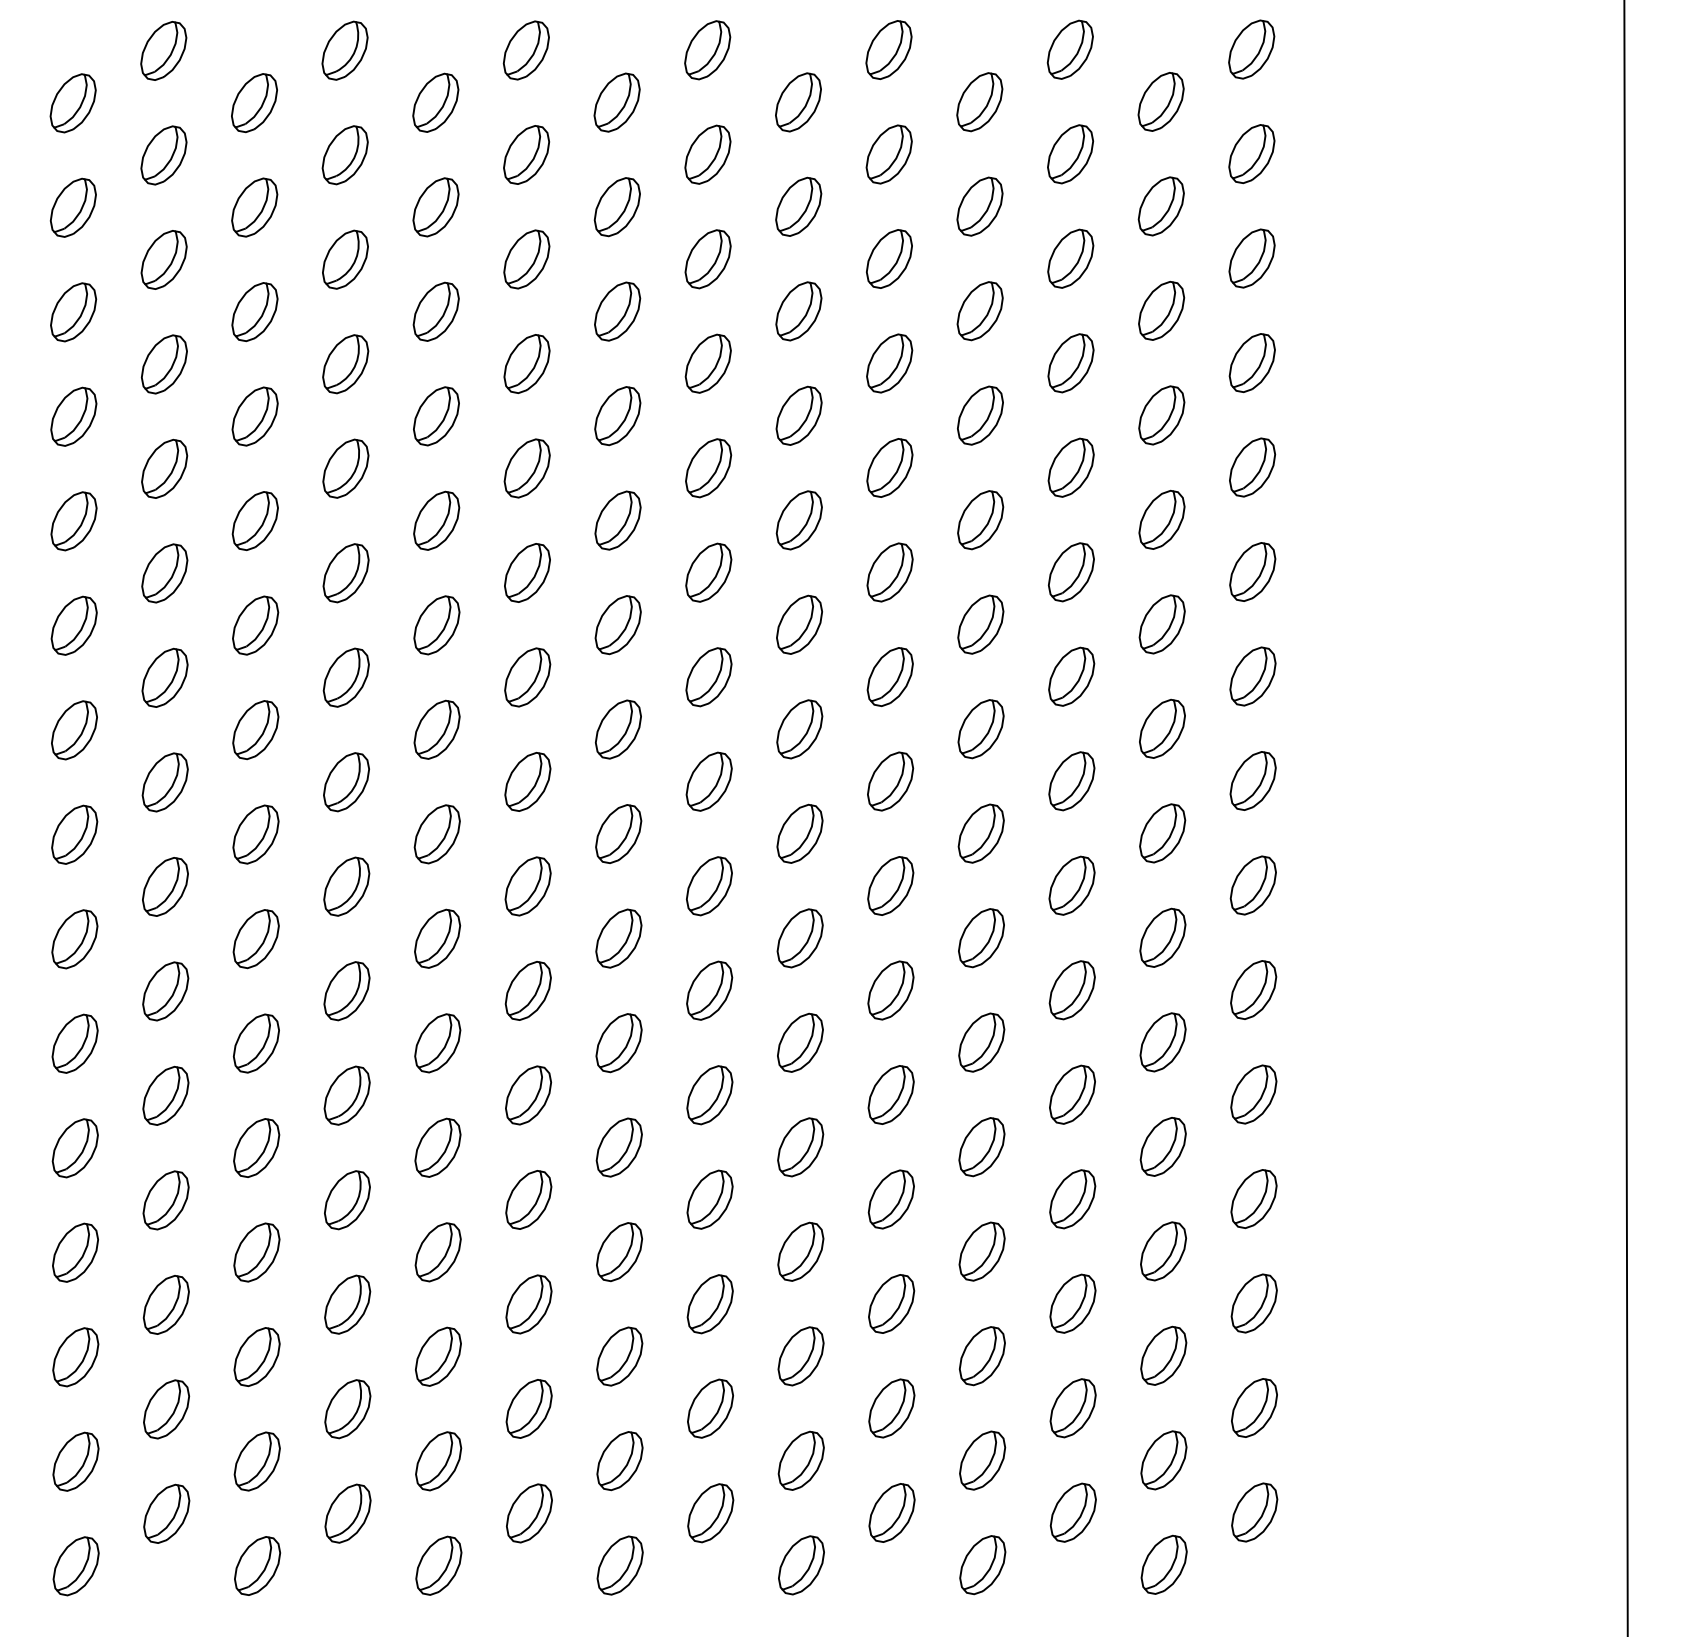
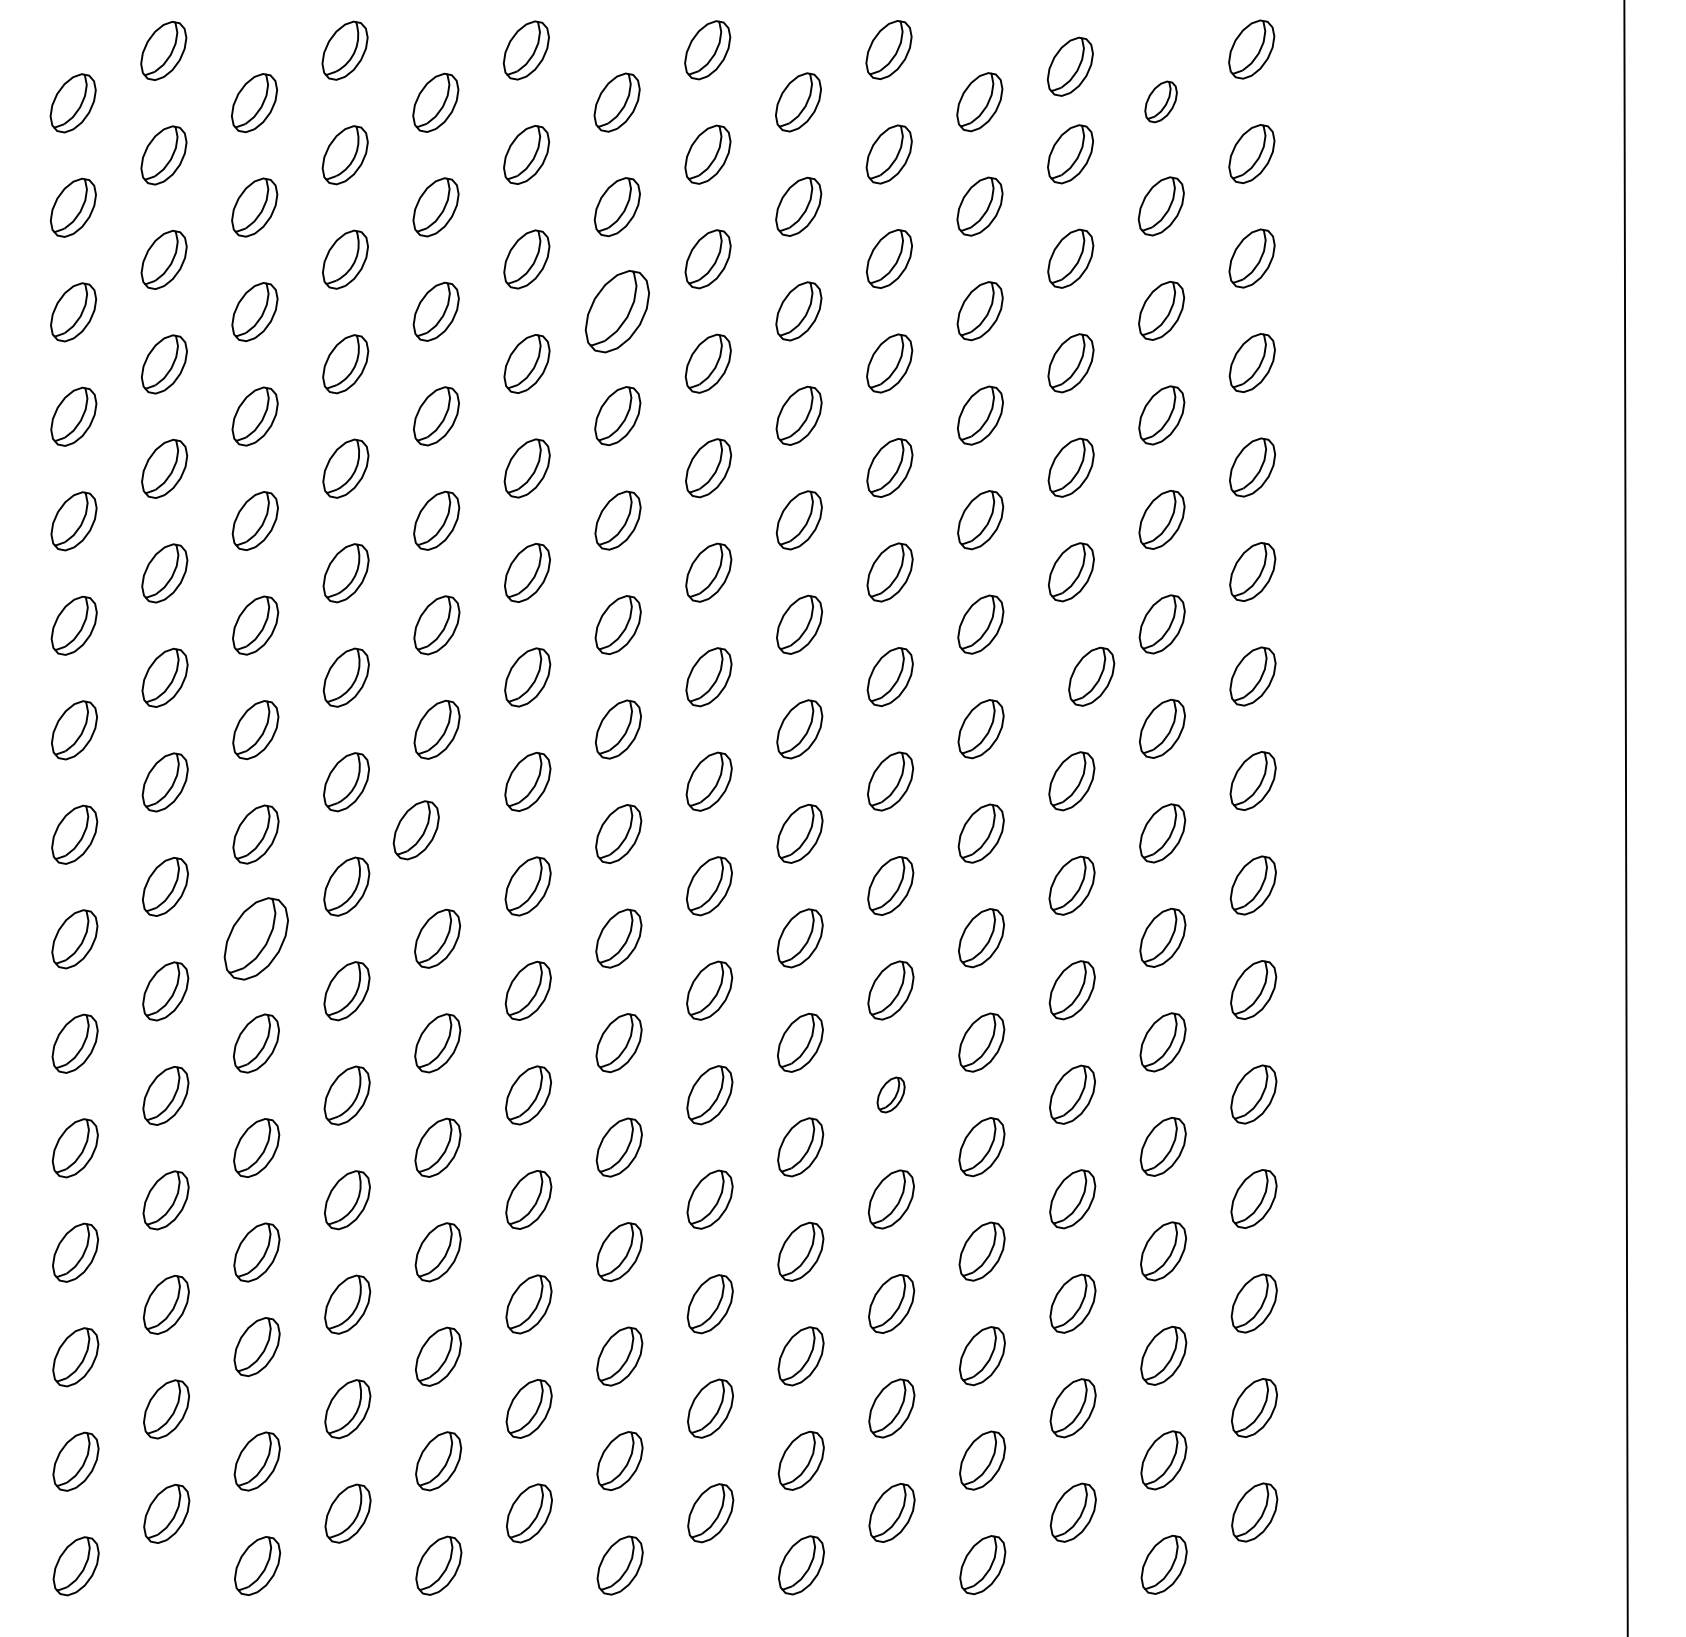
part at (1069, 49) position: (1069, 49) -> (1069, 66)
part at (1160, 101) size: 48x60 px -> 34x44 px
part at (617, 311) size: 48x61 px -> 66x84 px
part at (1071, 676) position: (1071, 676) -> (1091, 676)
part at (436, 834) position: (436, 834) -> (415, 830)
part at (255, 939) size: 48x61 px -> 66x84 px
part at (890, 1094) size: 48x60 px -> 30x38 px
part at (256, 1356) position: (256, 1356) -> (256, 1346)
